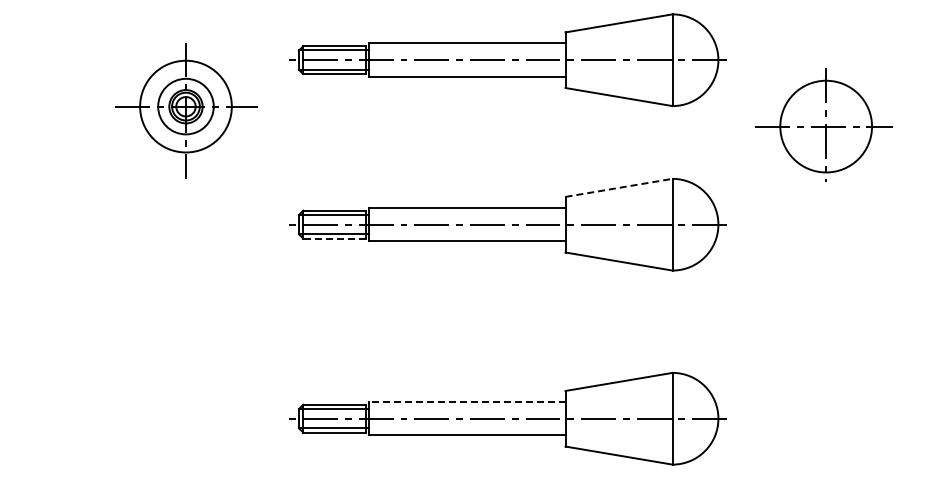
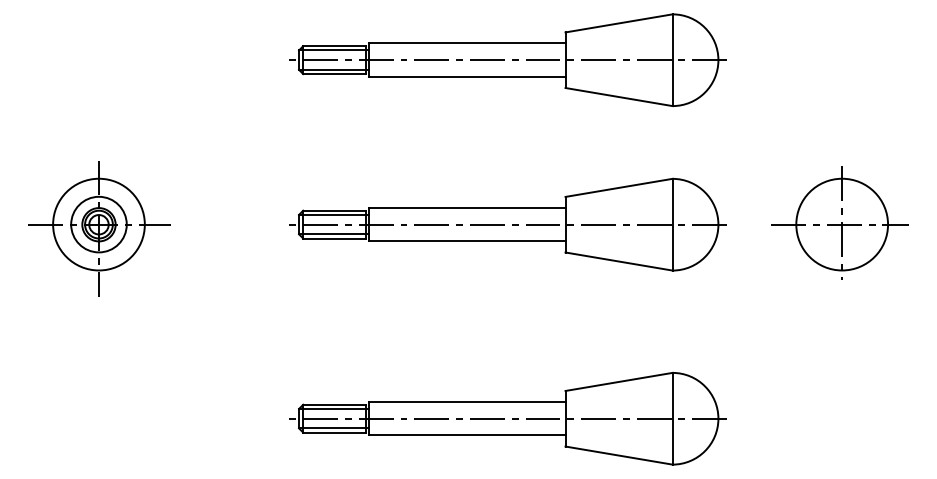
part at (186, 110) position: (186, 110) -> (99, 228)
part at (823, 124) position: (823, 124) -> (839, 222)
line at (619, 187): dashed -> solid
line at (334, 238): dashed -> solid
line at (467, 401): dashed -> solid
